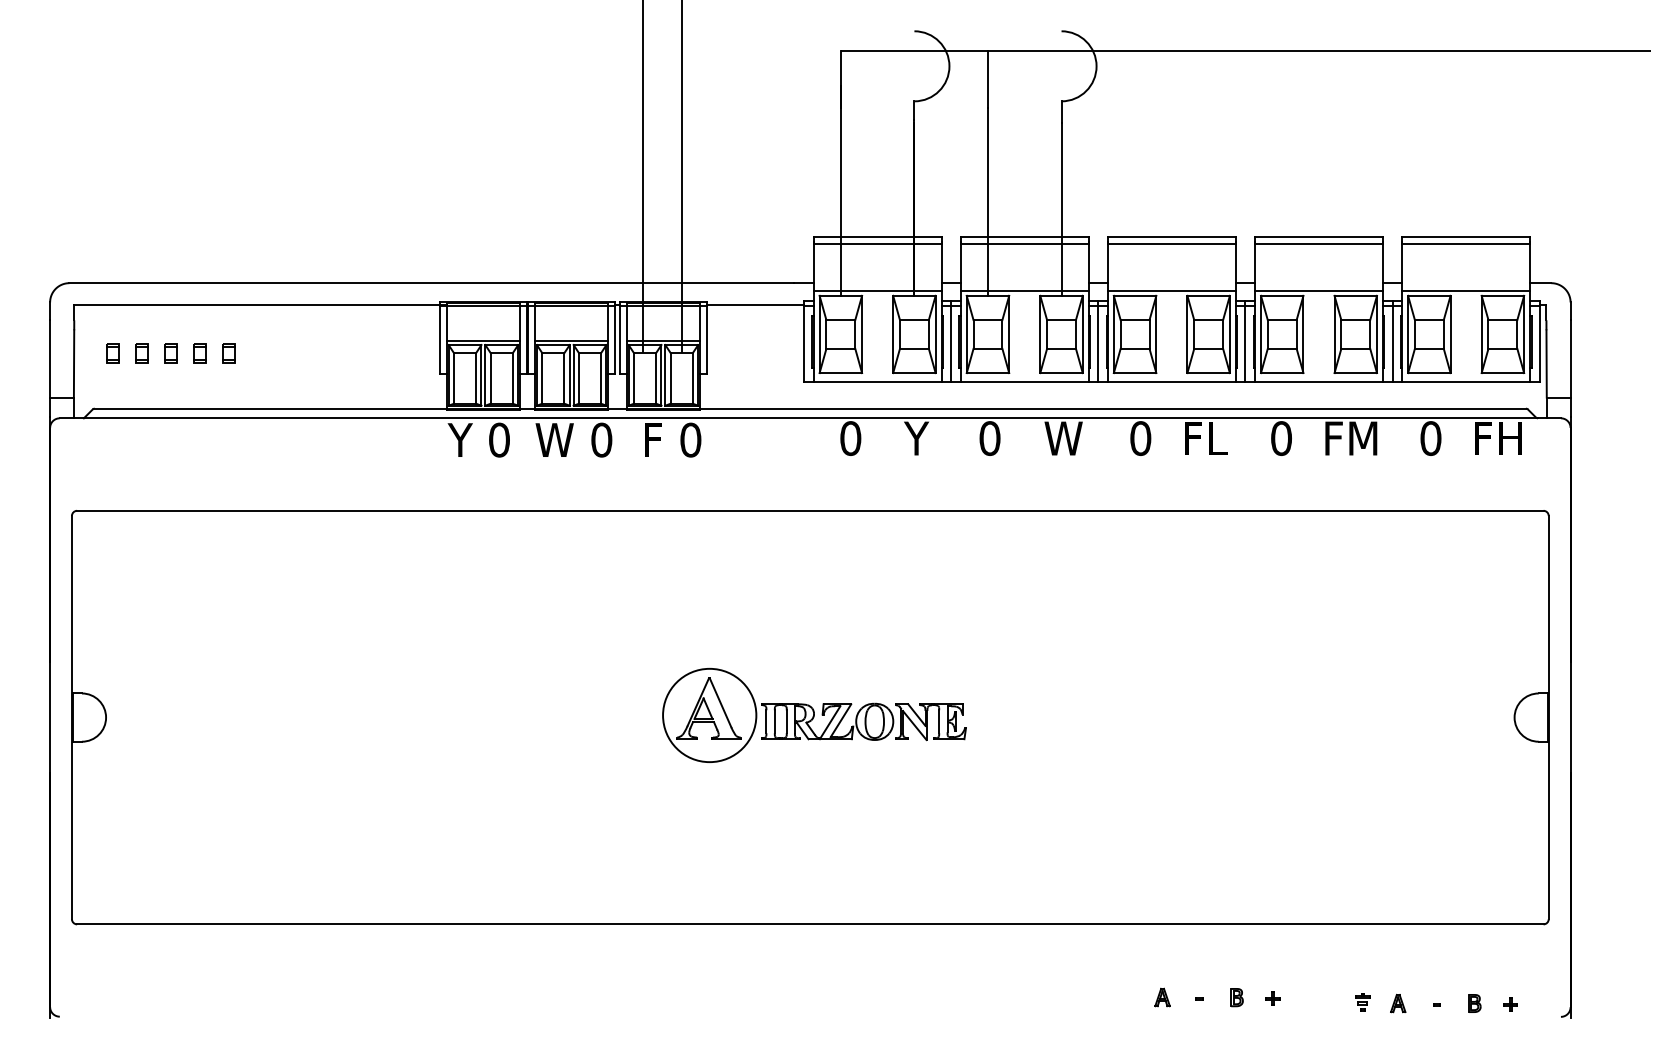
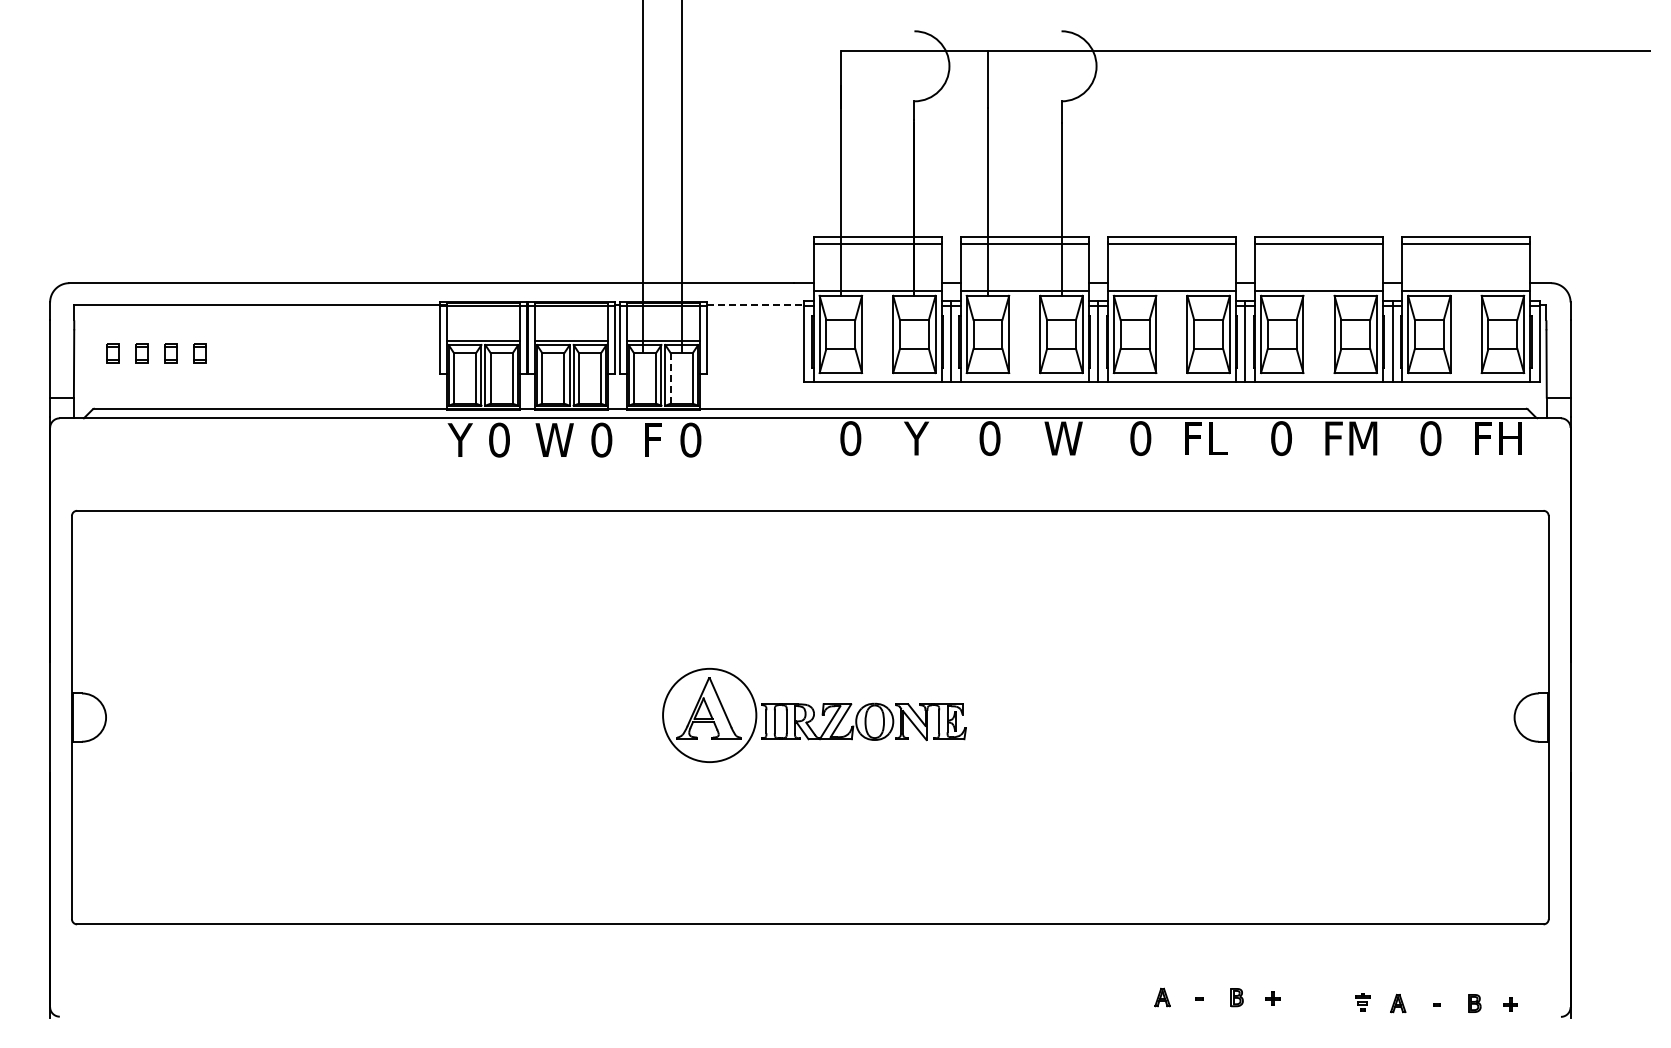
line at (755, 304): solid -> dashed
part at (228, 353): present -> none
line at (670, 377): solid -> dashed
